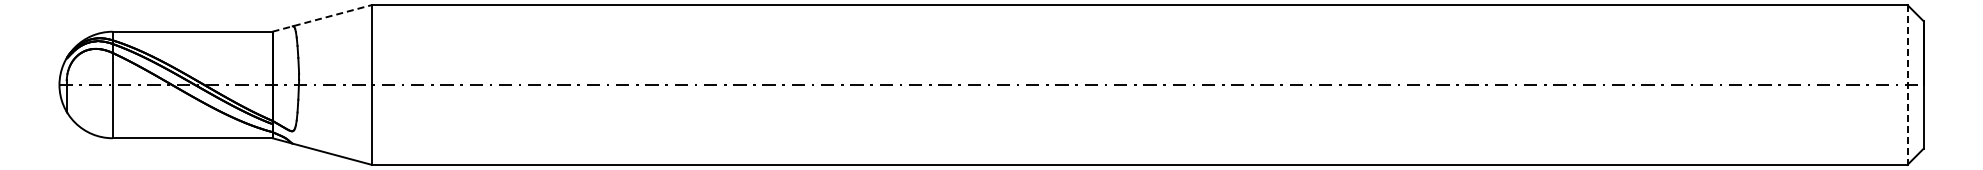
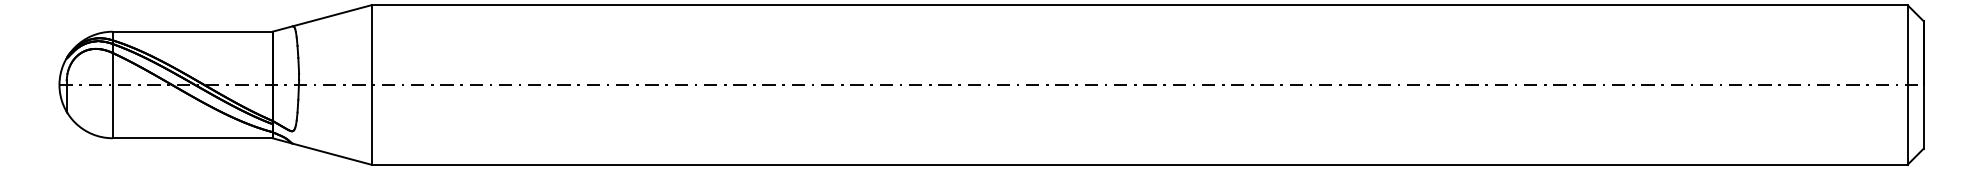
line at (322, 18): dashed -> solid
line at (1907, 84): dashed -> solid
